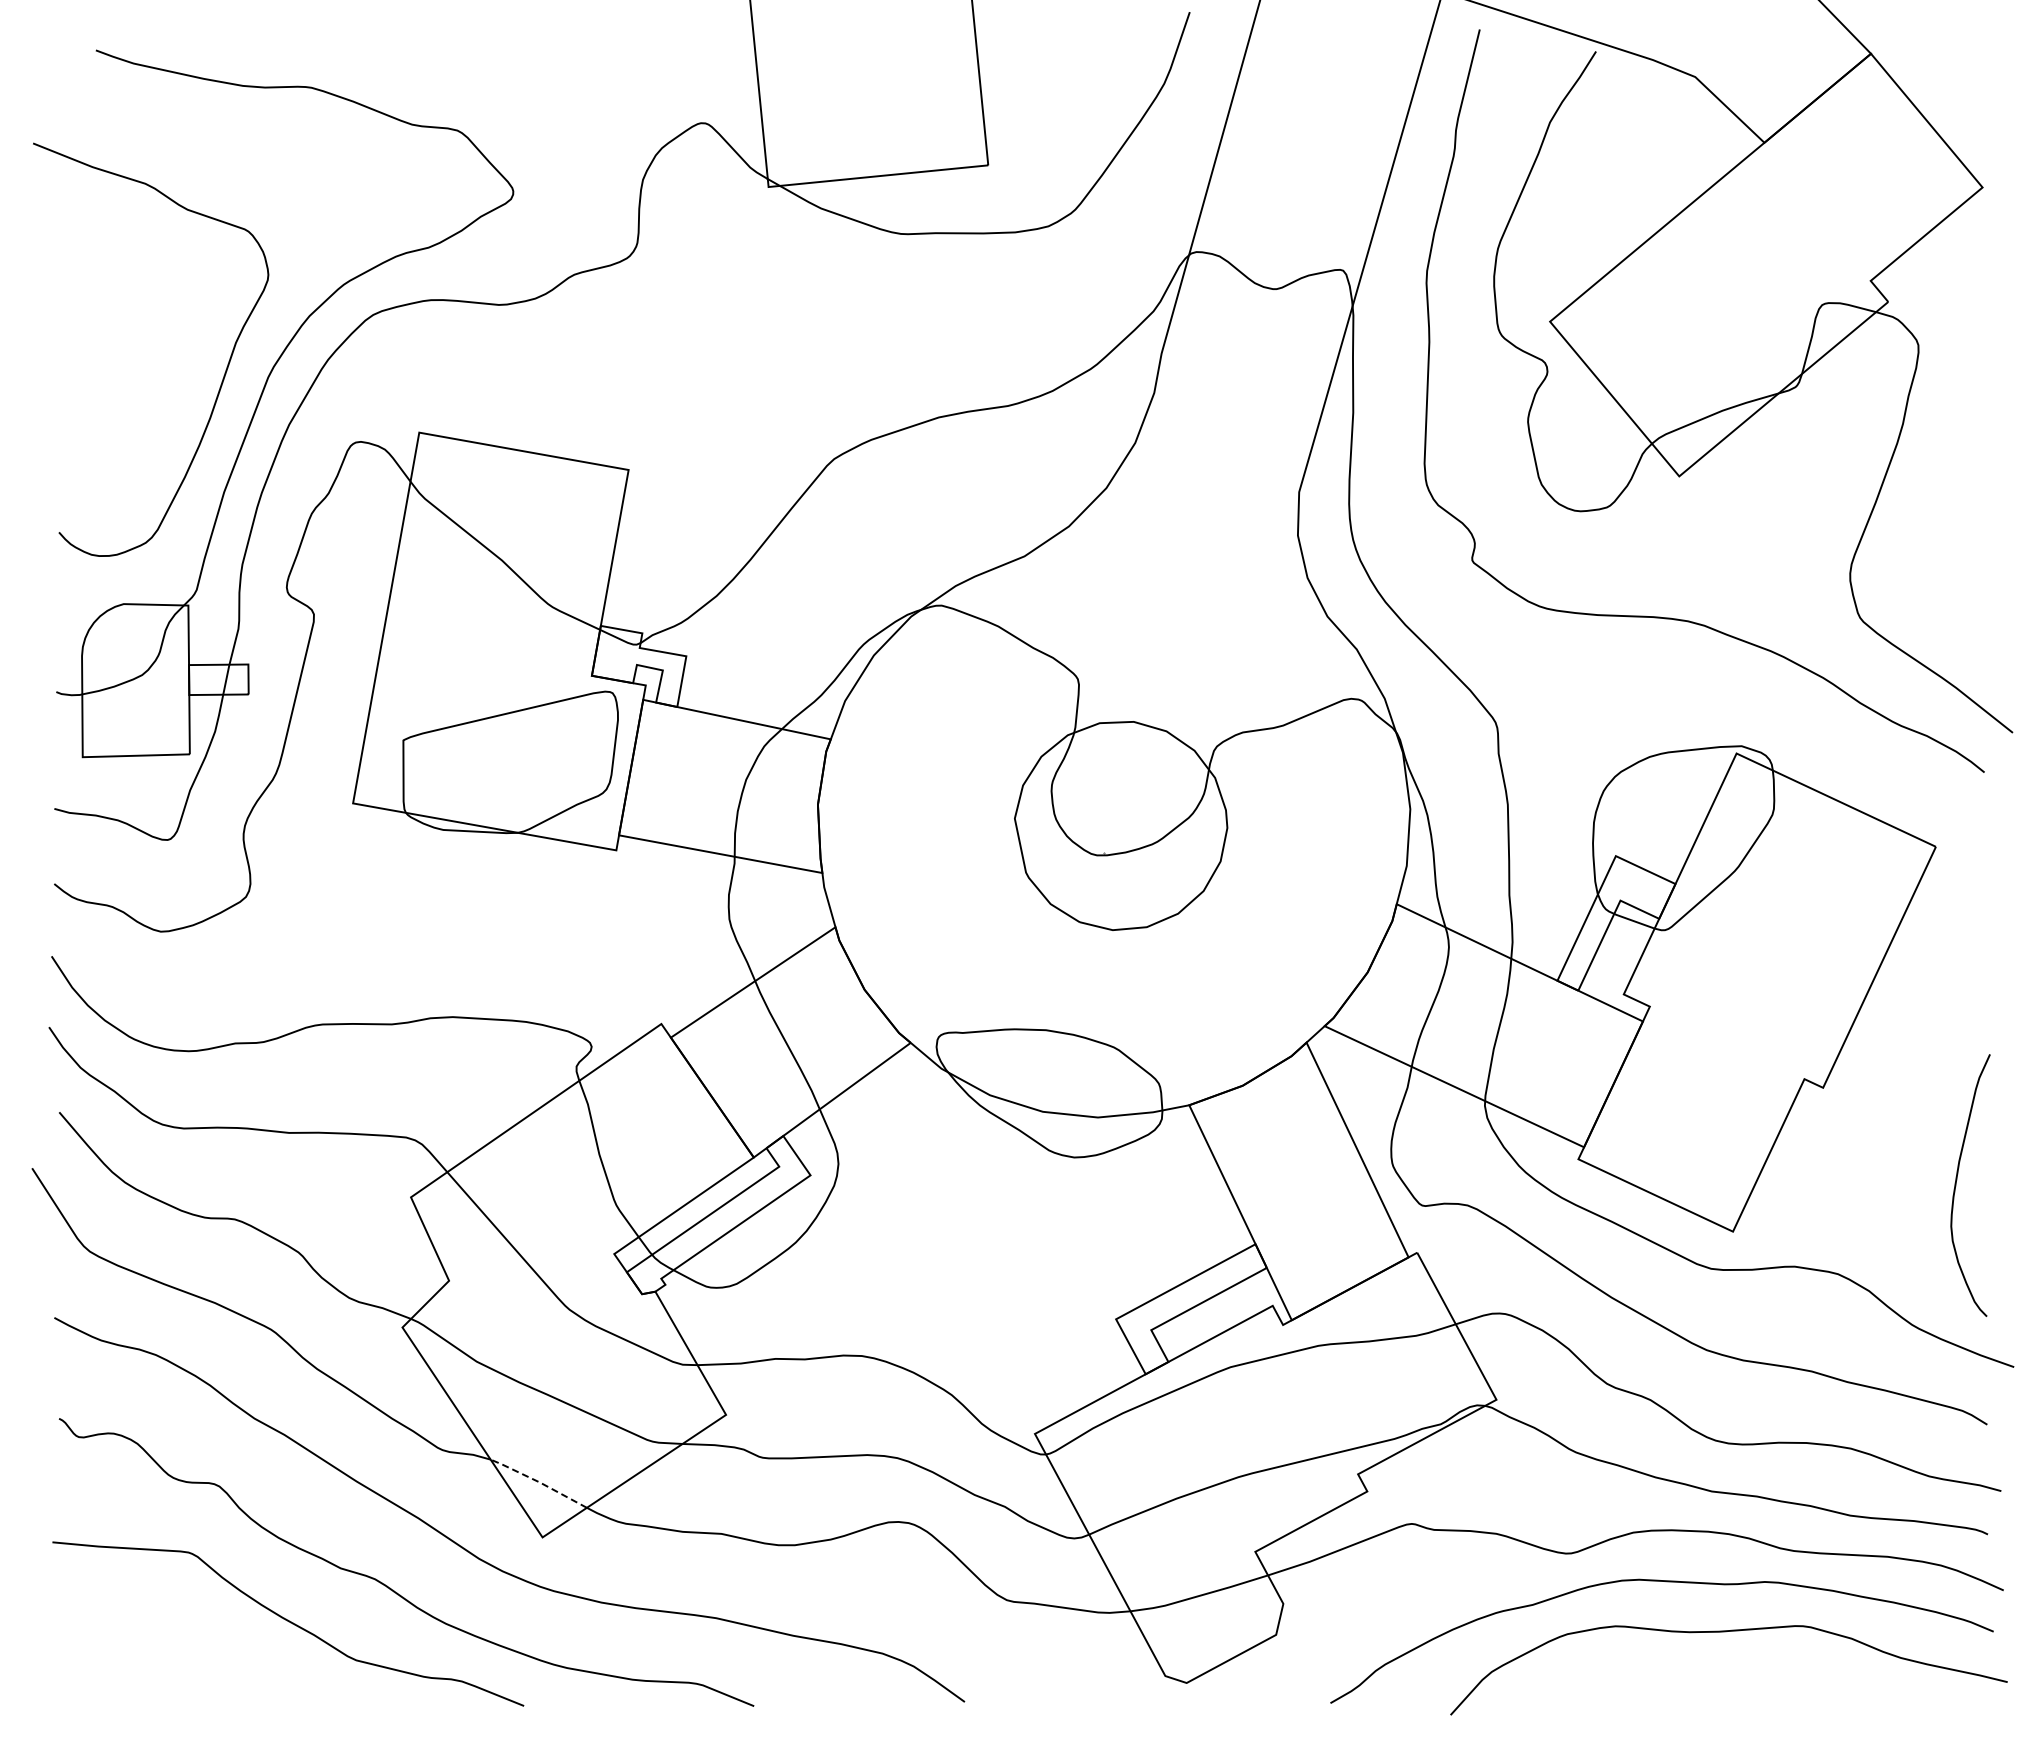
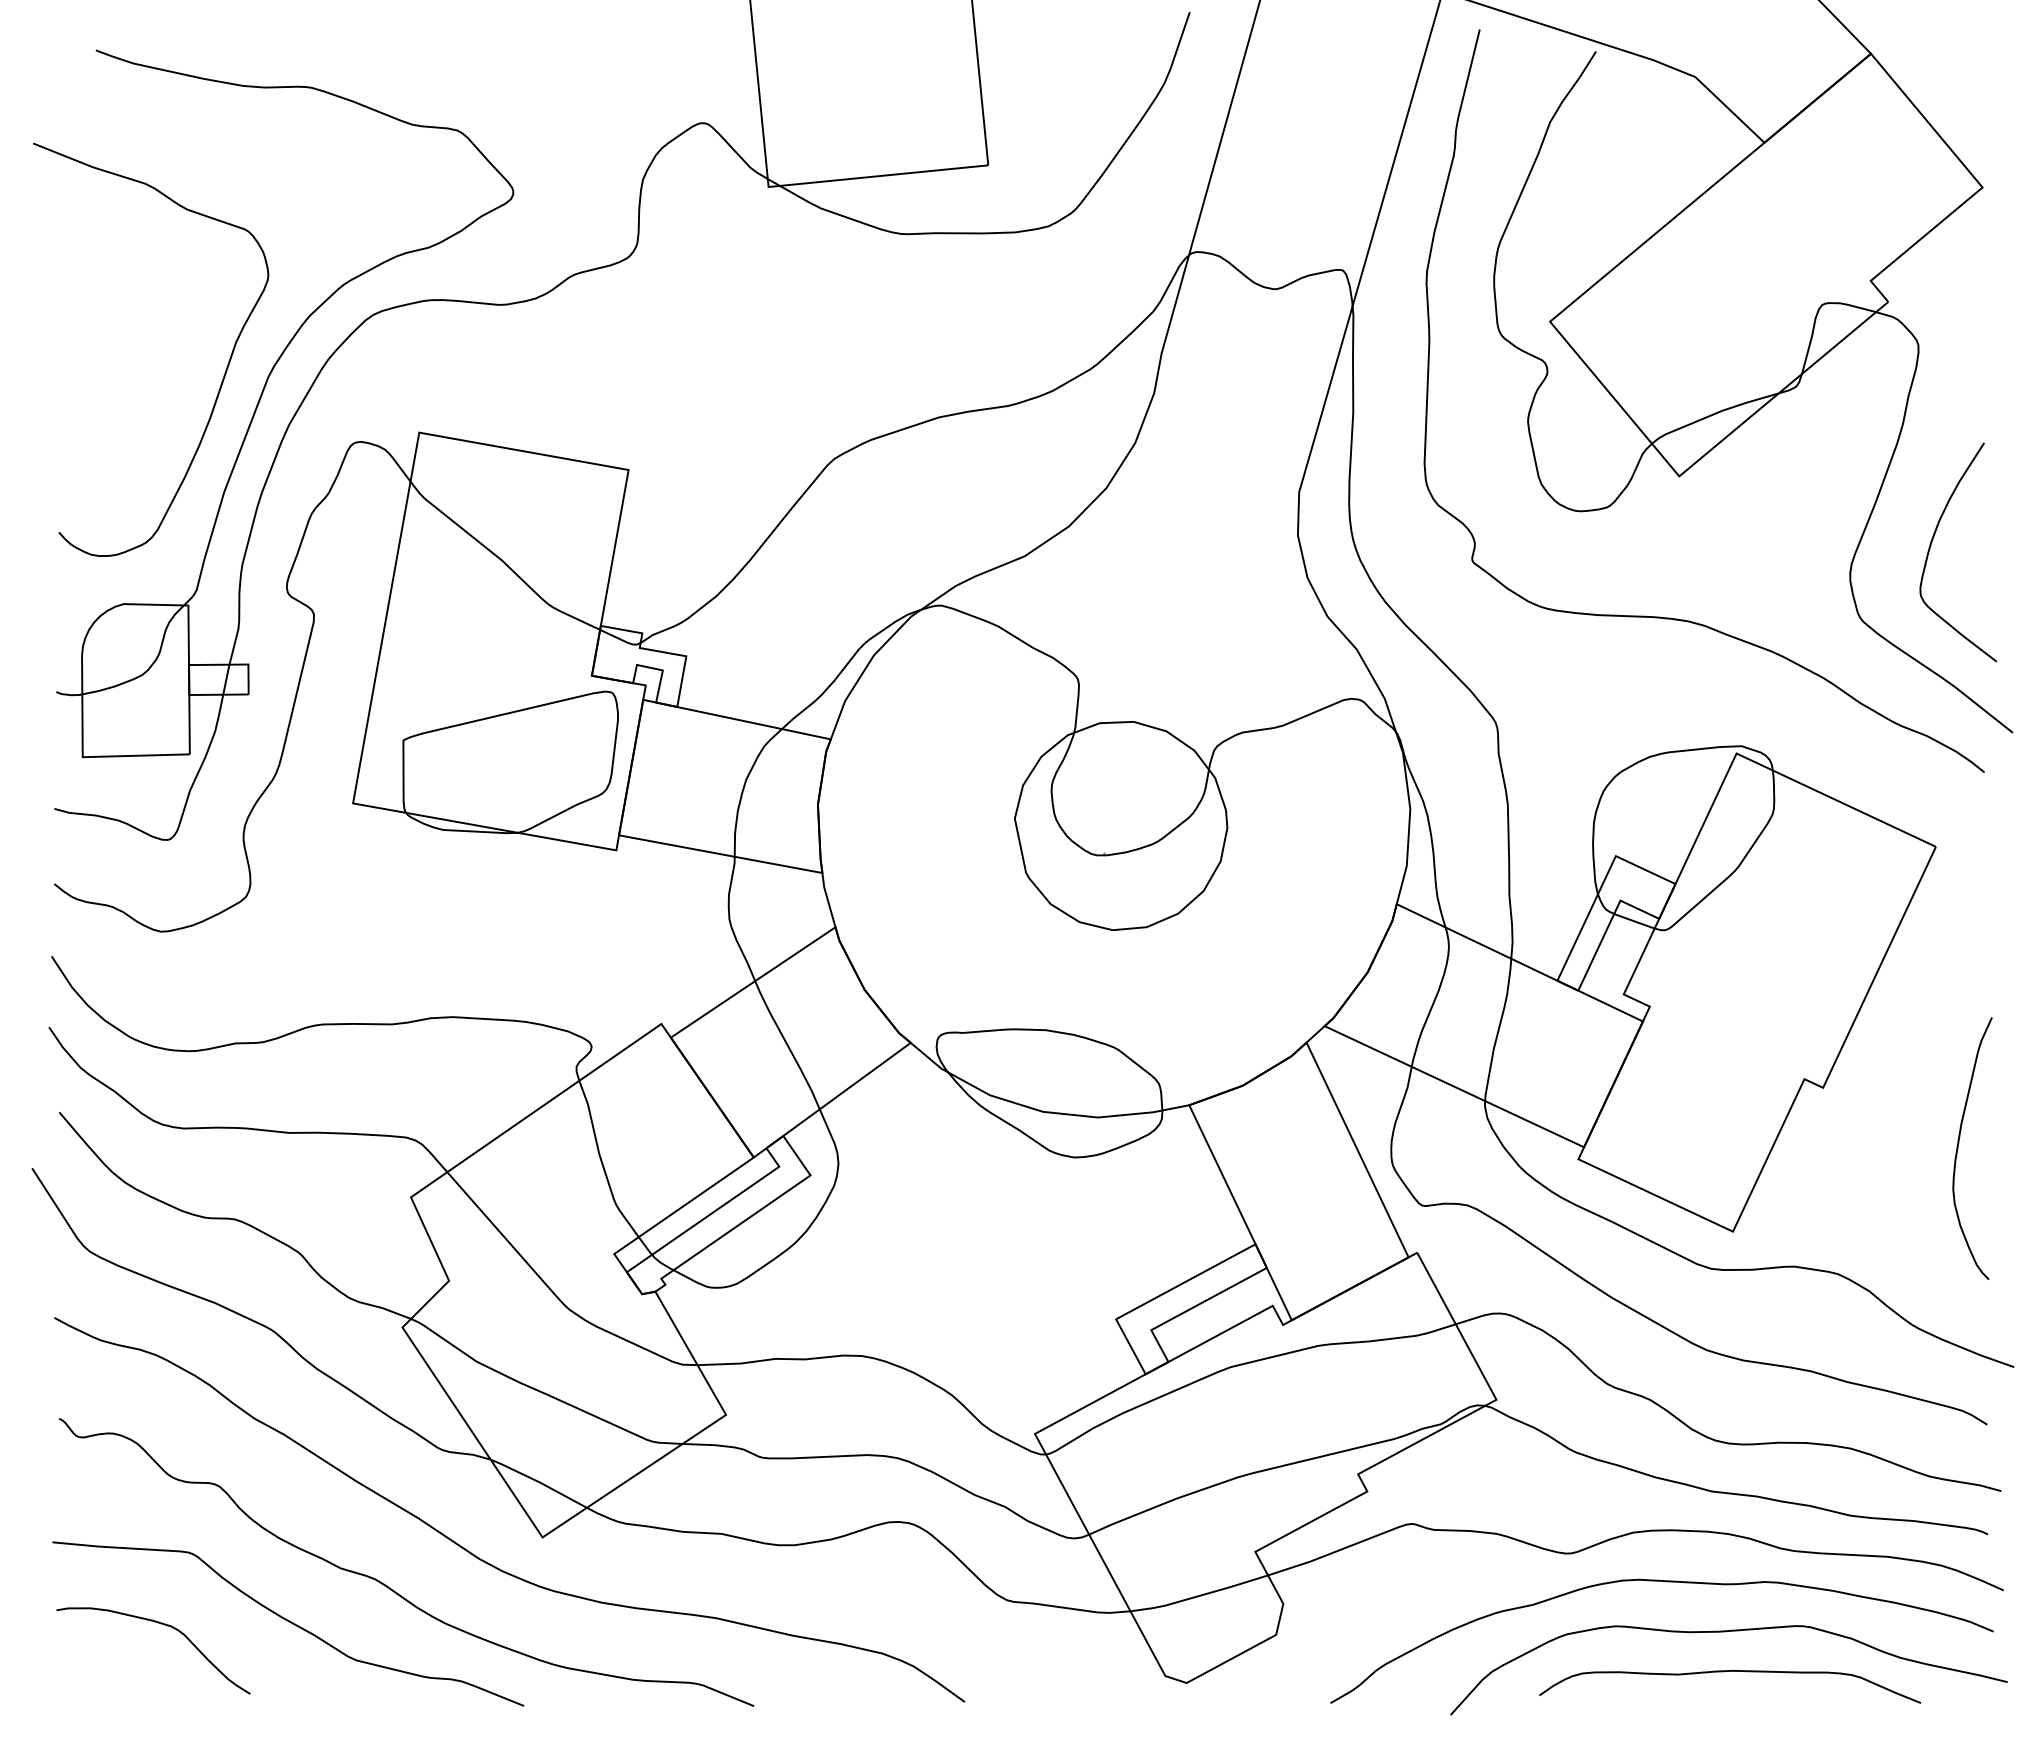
curve at (1932, 542): none -> present
curve at (1957, 1180) position: (1957, 1180) -> (1959, 1143)
line at (539, 1482): dashed -> solid
curve at (161, 1624): none -> present
curve at (1730, 1671): none -> present
